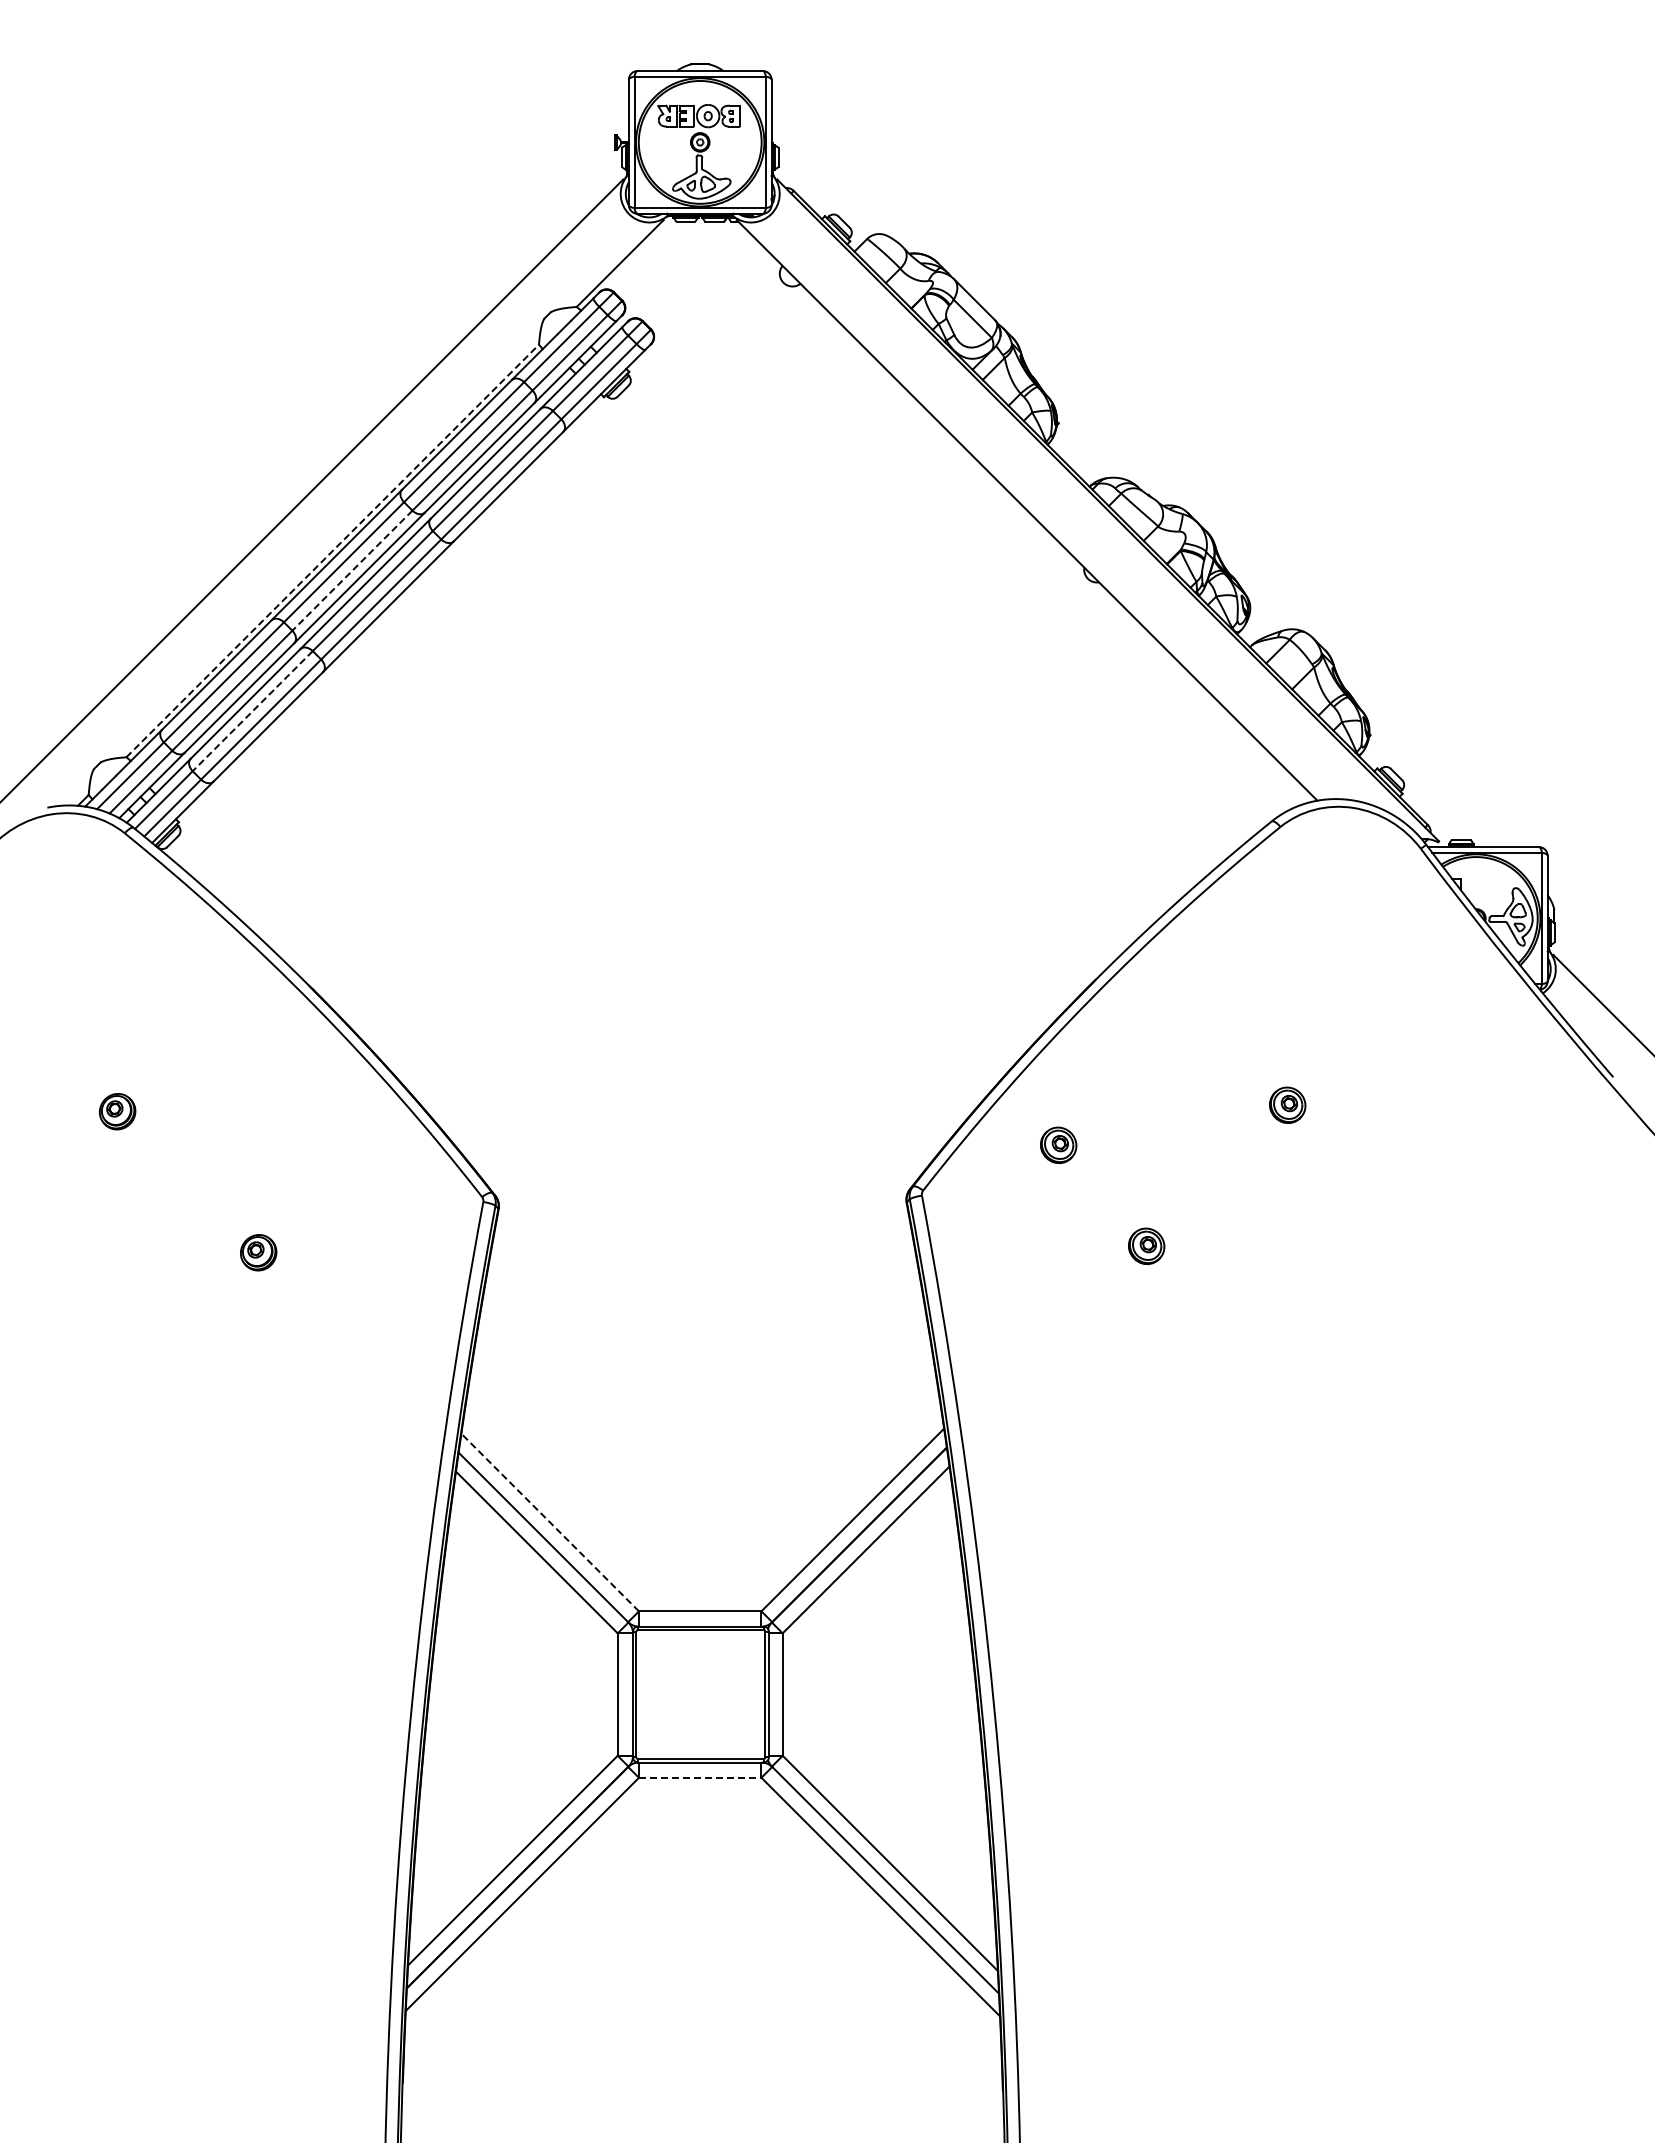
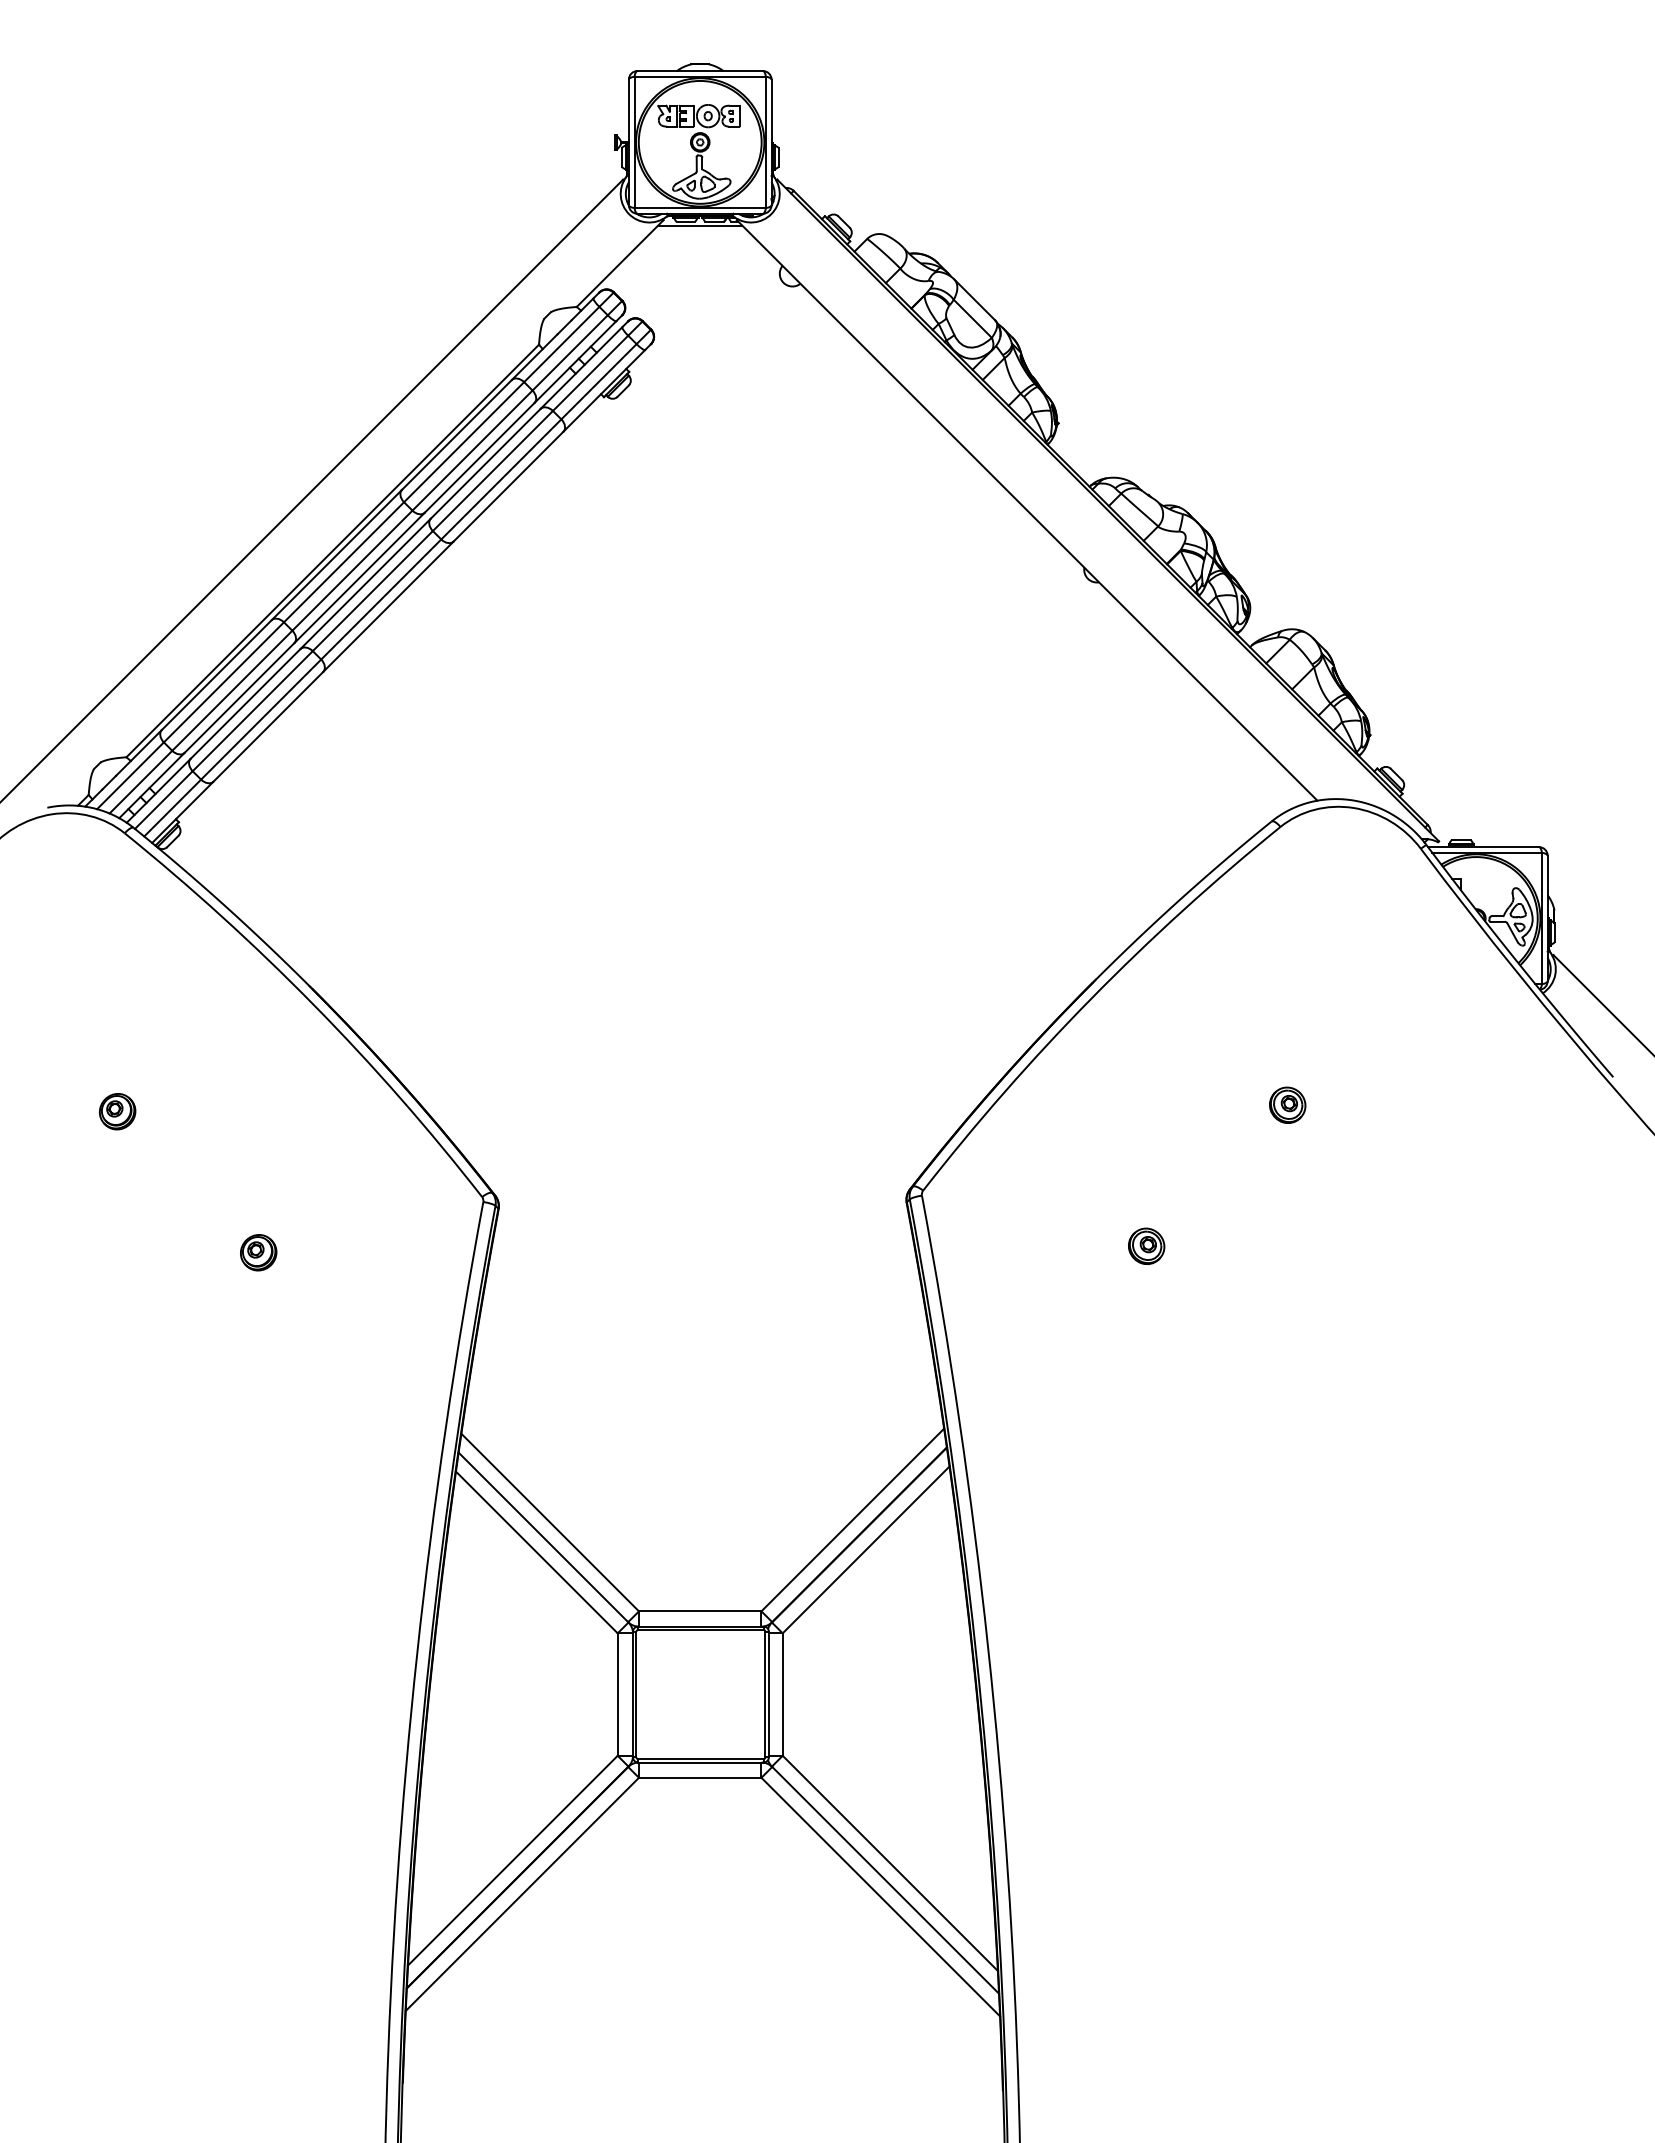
line at (700, 225): none -> present
line at (332, 550): dashed -> solid
line at (352, 570): dashed -> solid
line at (252, 711): dashed -> solid
part at (1058, 1144): present -> none
line at (550, 1522): dashed -> solid
line at (700, 1777): dashed -> solid
